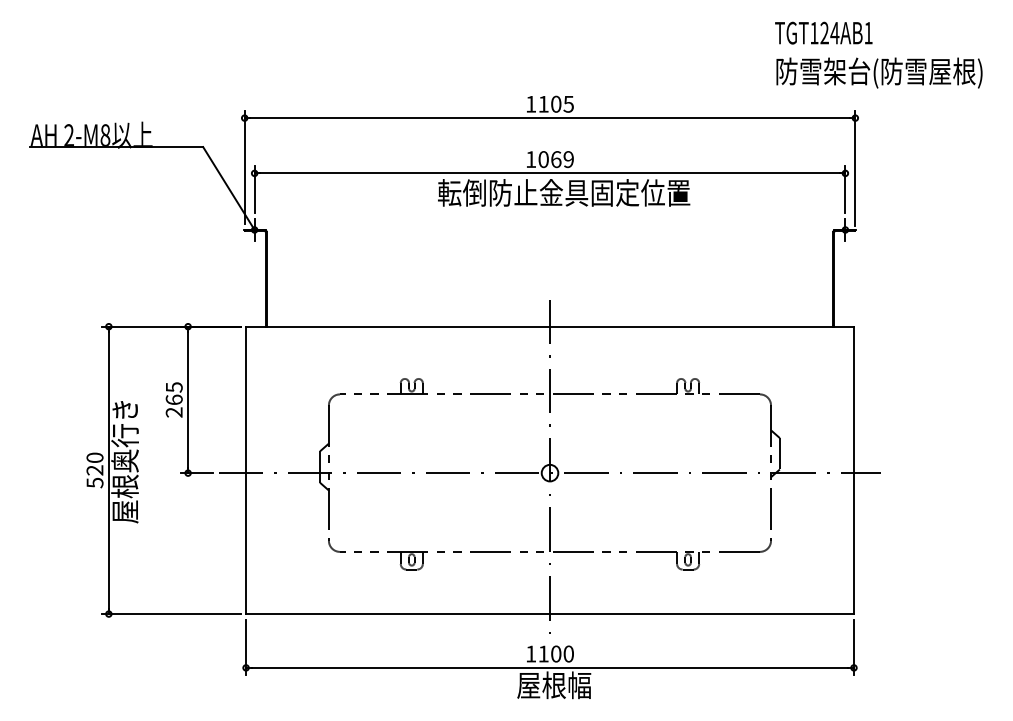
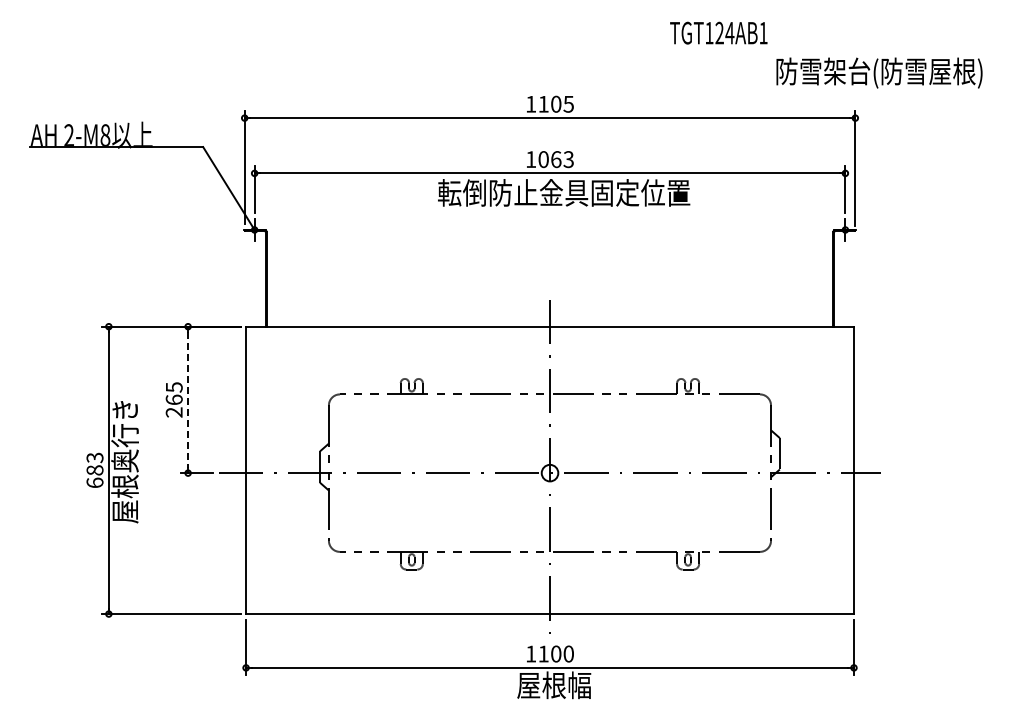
text at (823, 32) position: (823, 32) -> (718, 32)
text at (568, 159): 1069 -> 1063
line at (188, 399): solid -> dashed
text at (94, 470): 520 -> 683
